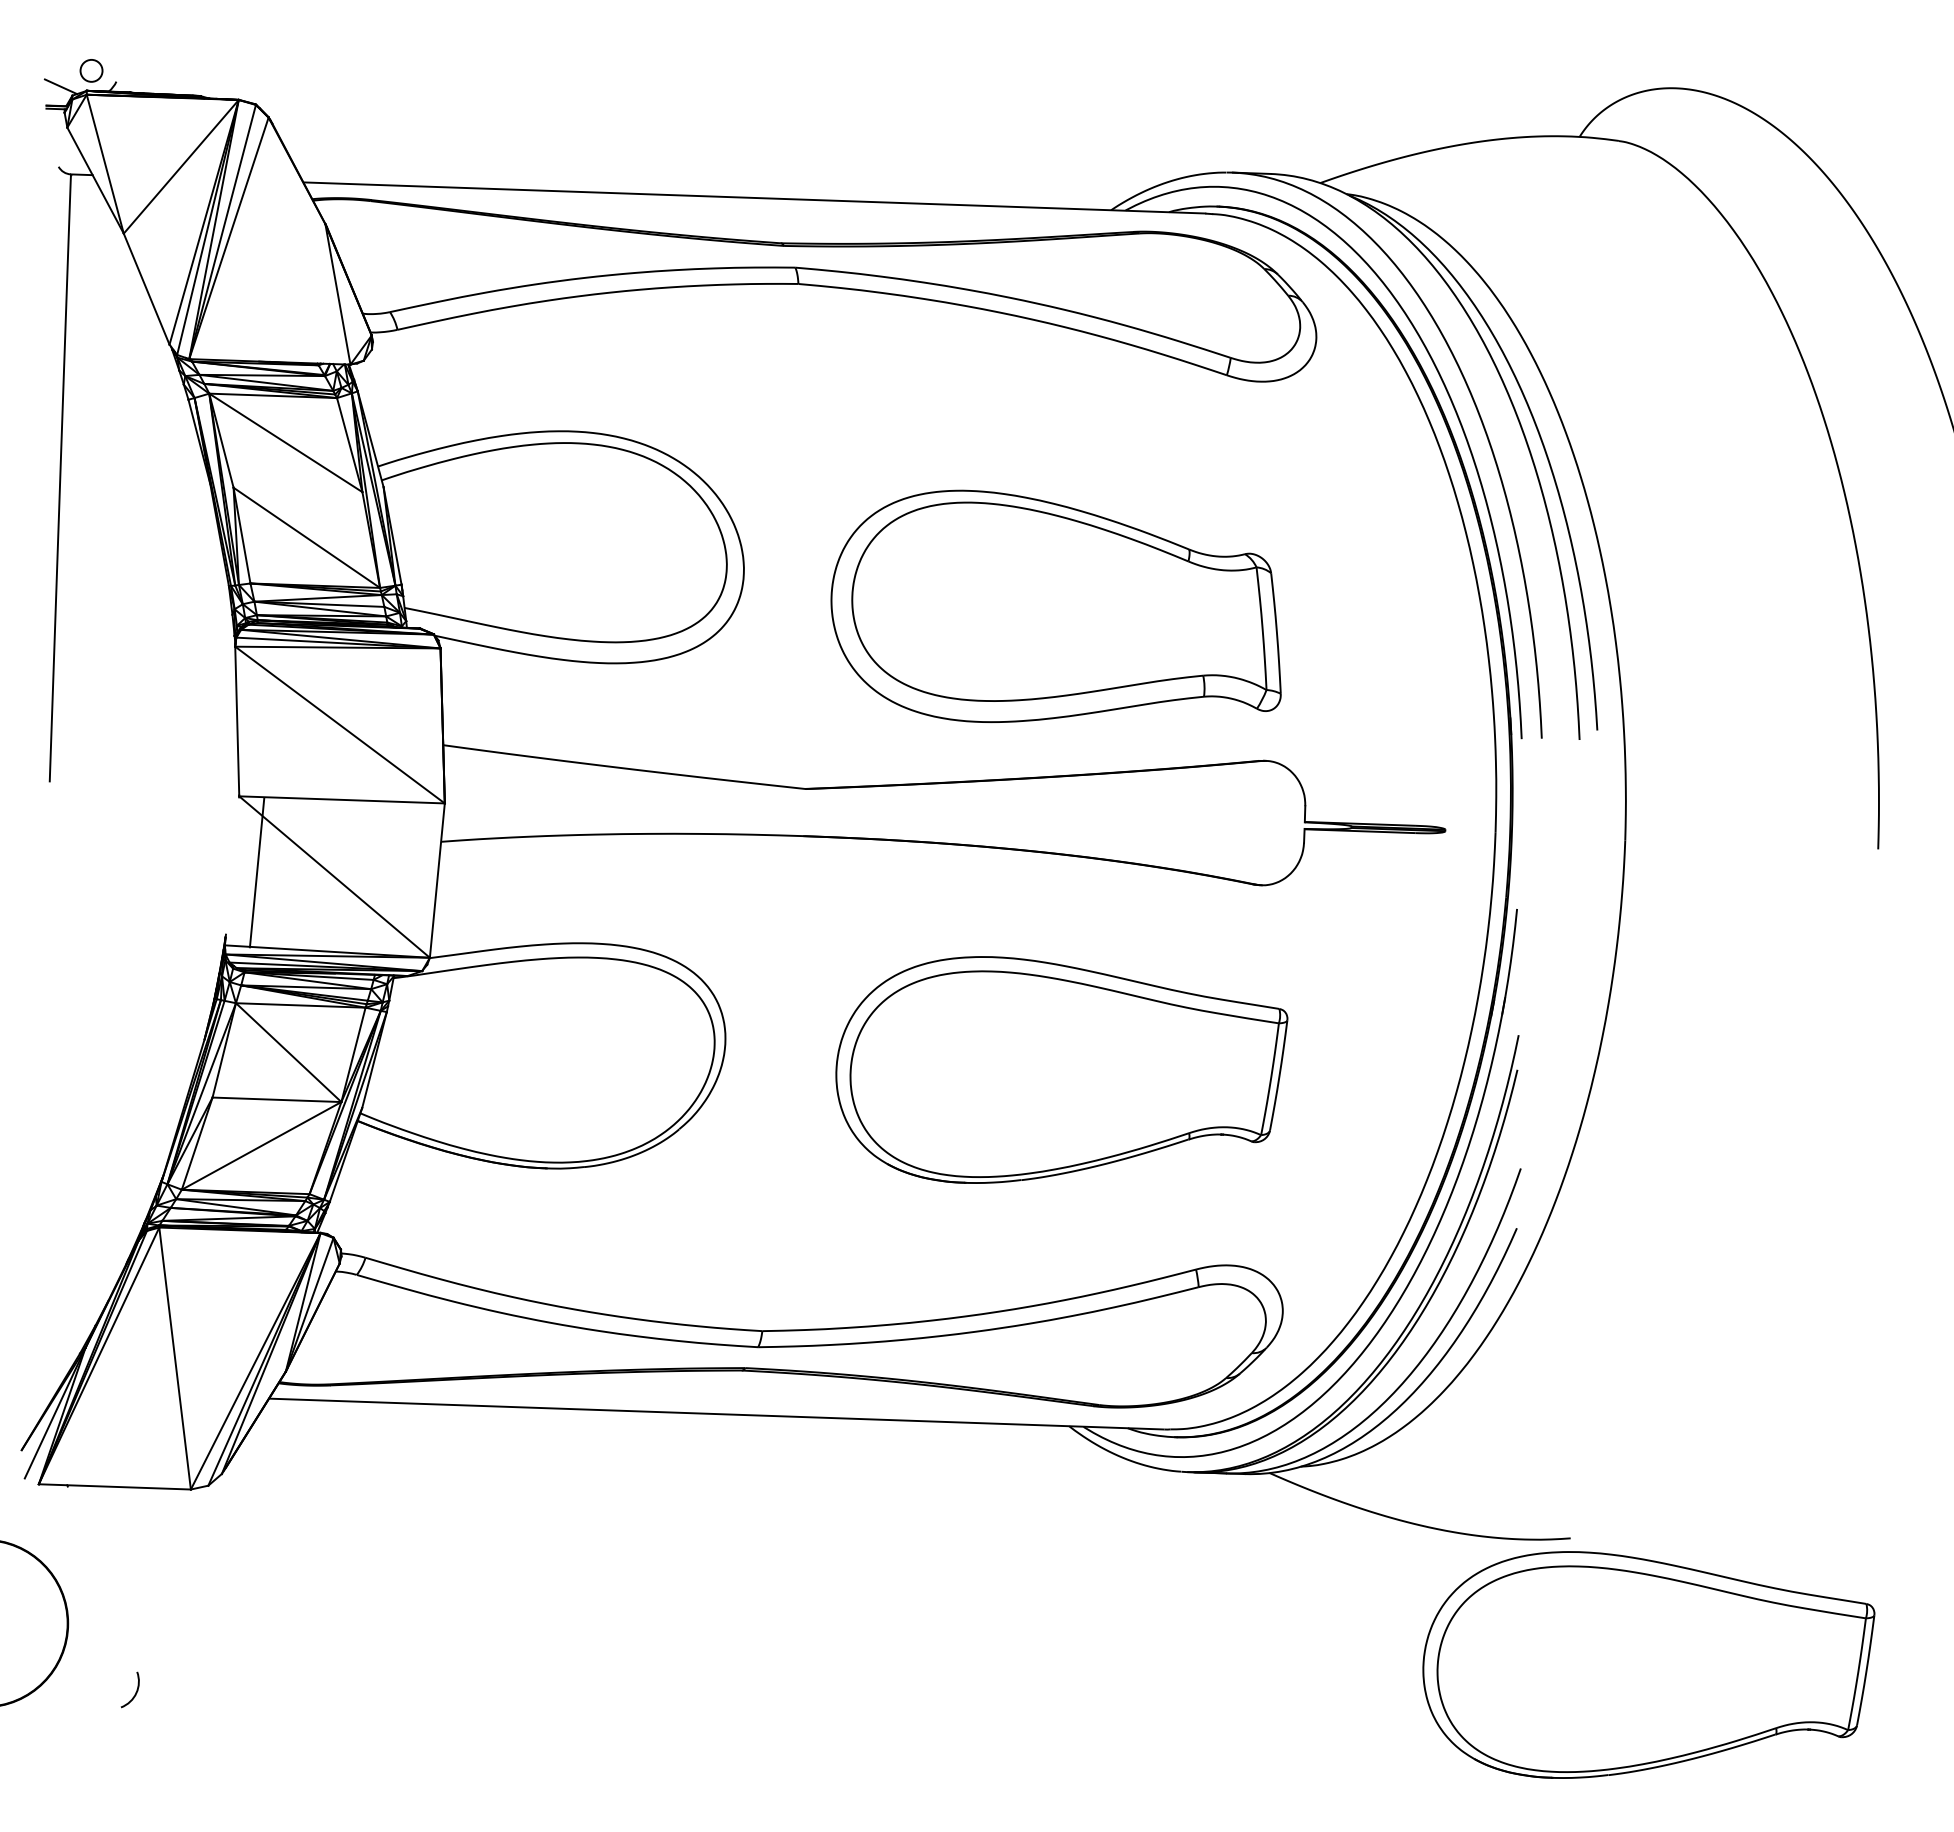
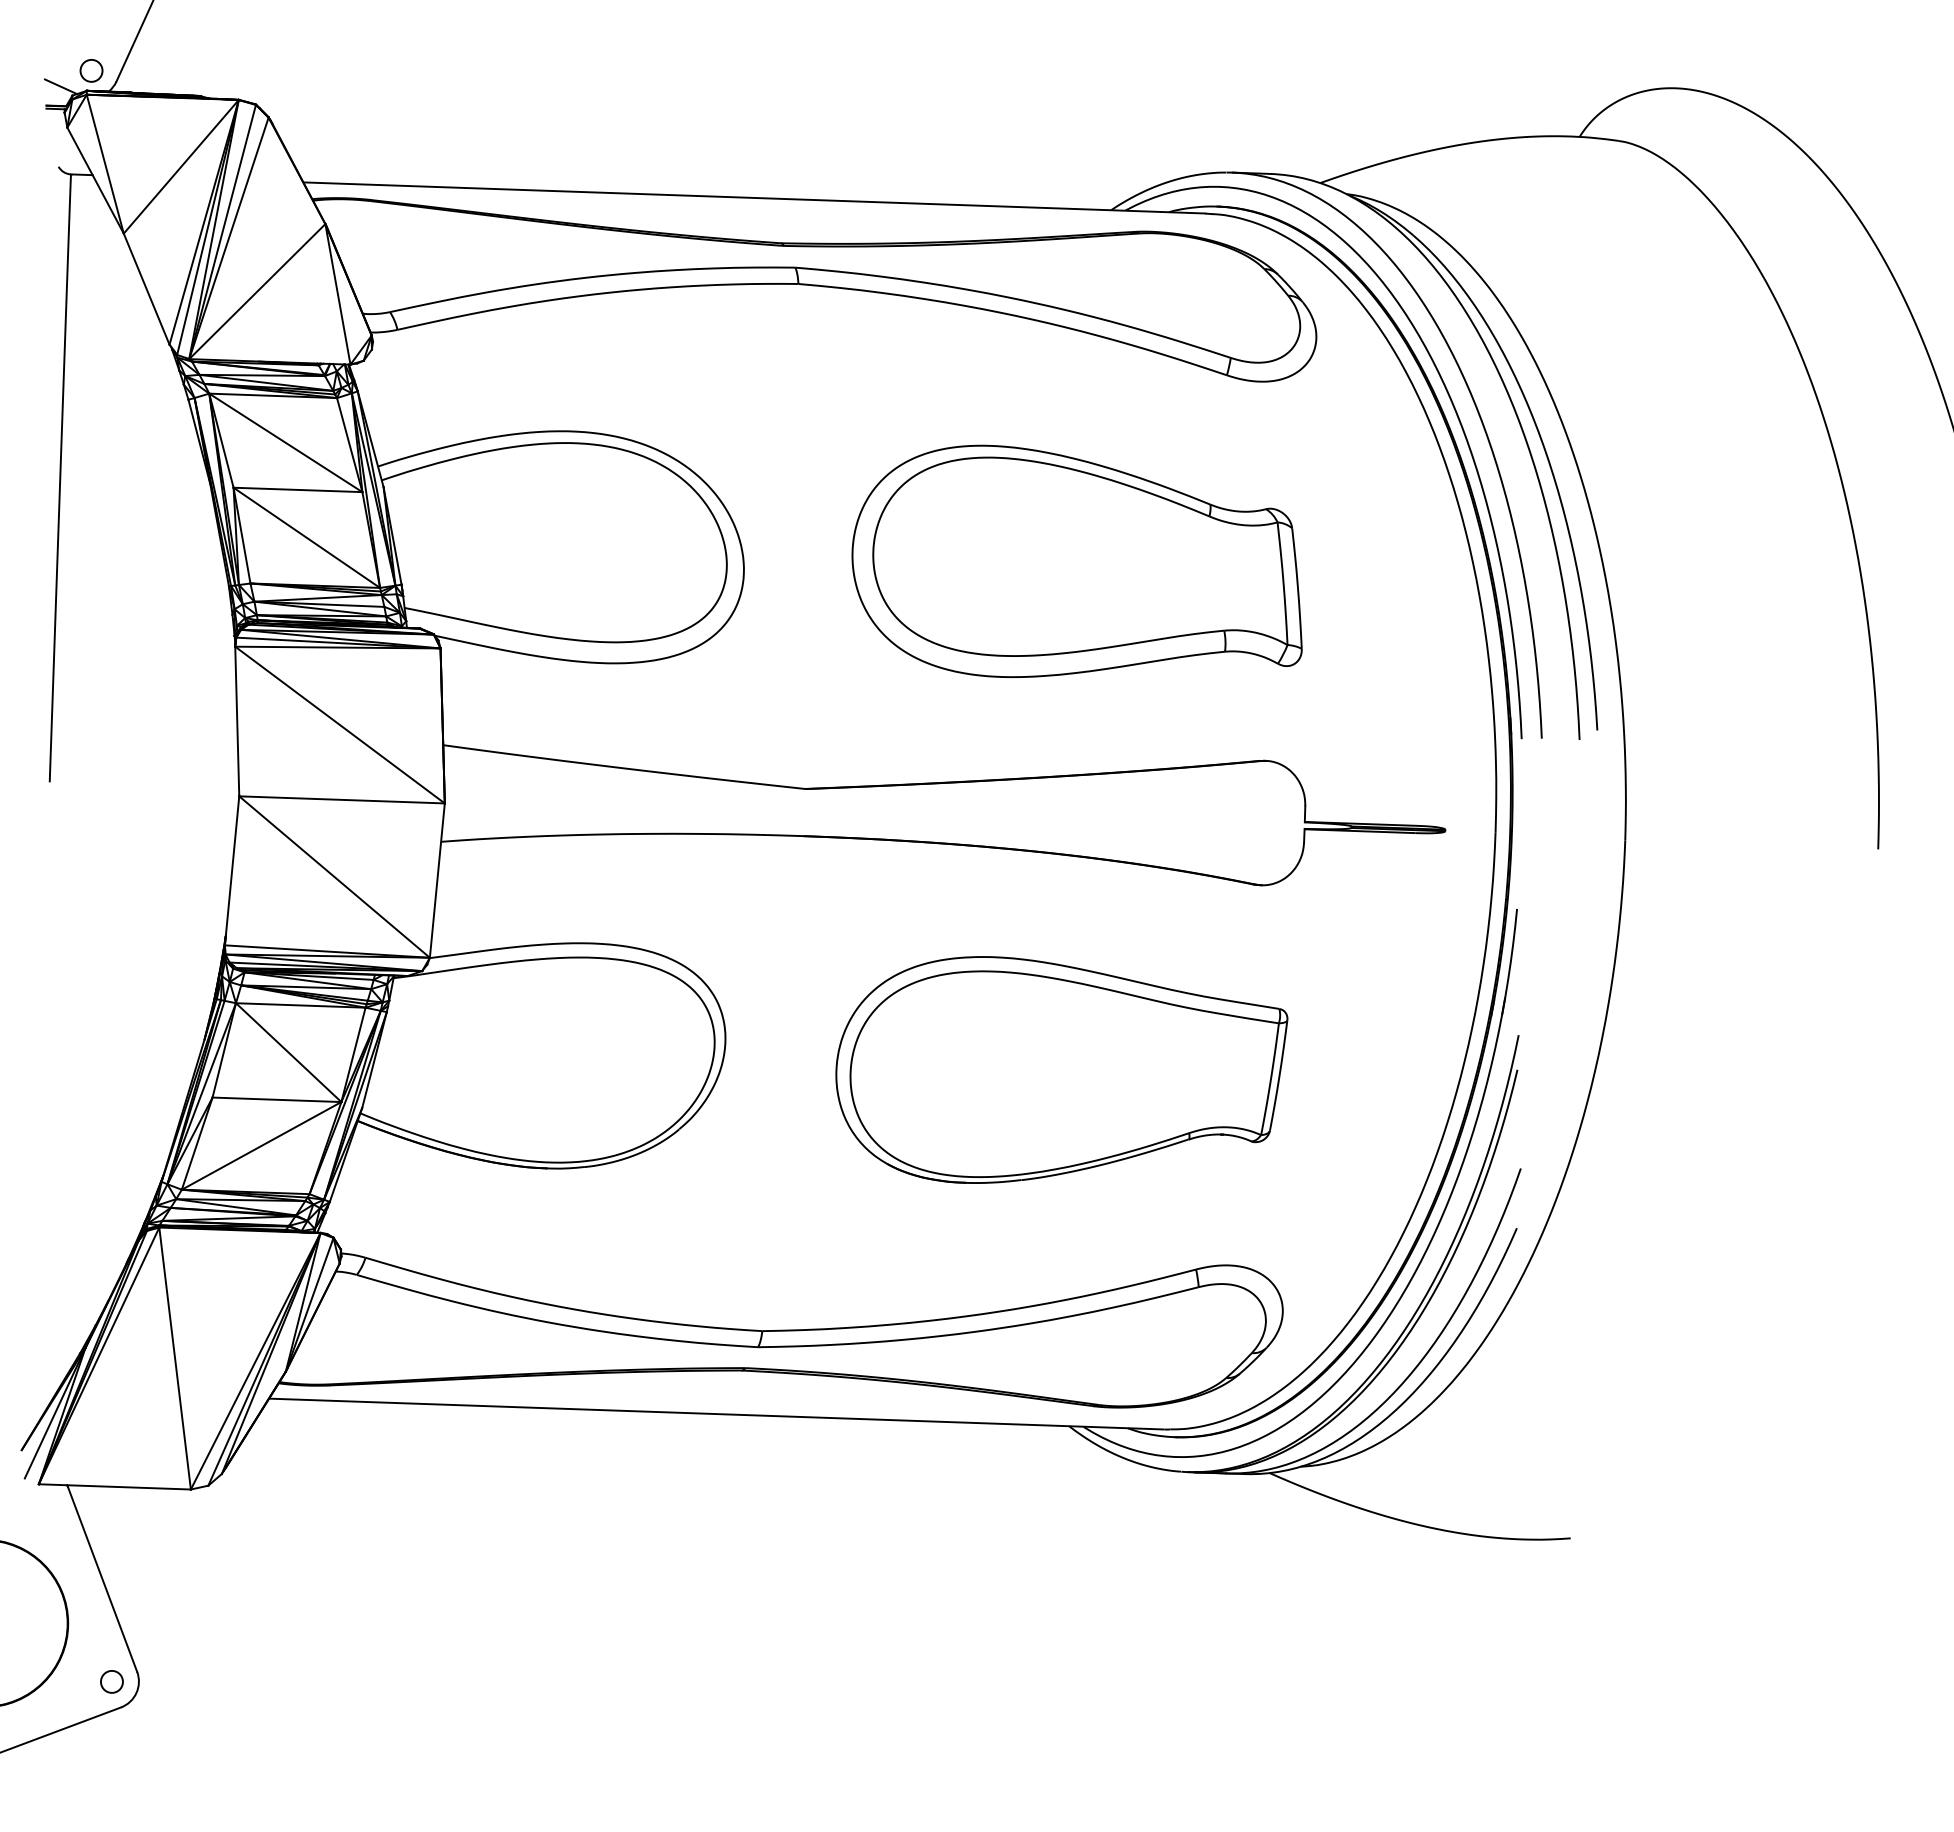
line at (134, 41): none -> present
line at (257, 291): none -> present
line at (297, 489): none -> present
part at (1055, 605) position: (1055, 605) -> (1076, 560)
line at (256, 872) position: (256, 872) -> (231, 870)
line at (102, 1578): none -> present
part at (1648, 1664): present -> none
circle at (111, 1681): none -> present
line at (61, 1729): none -> present
